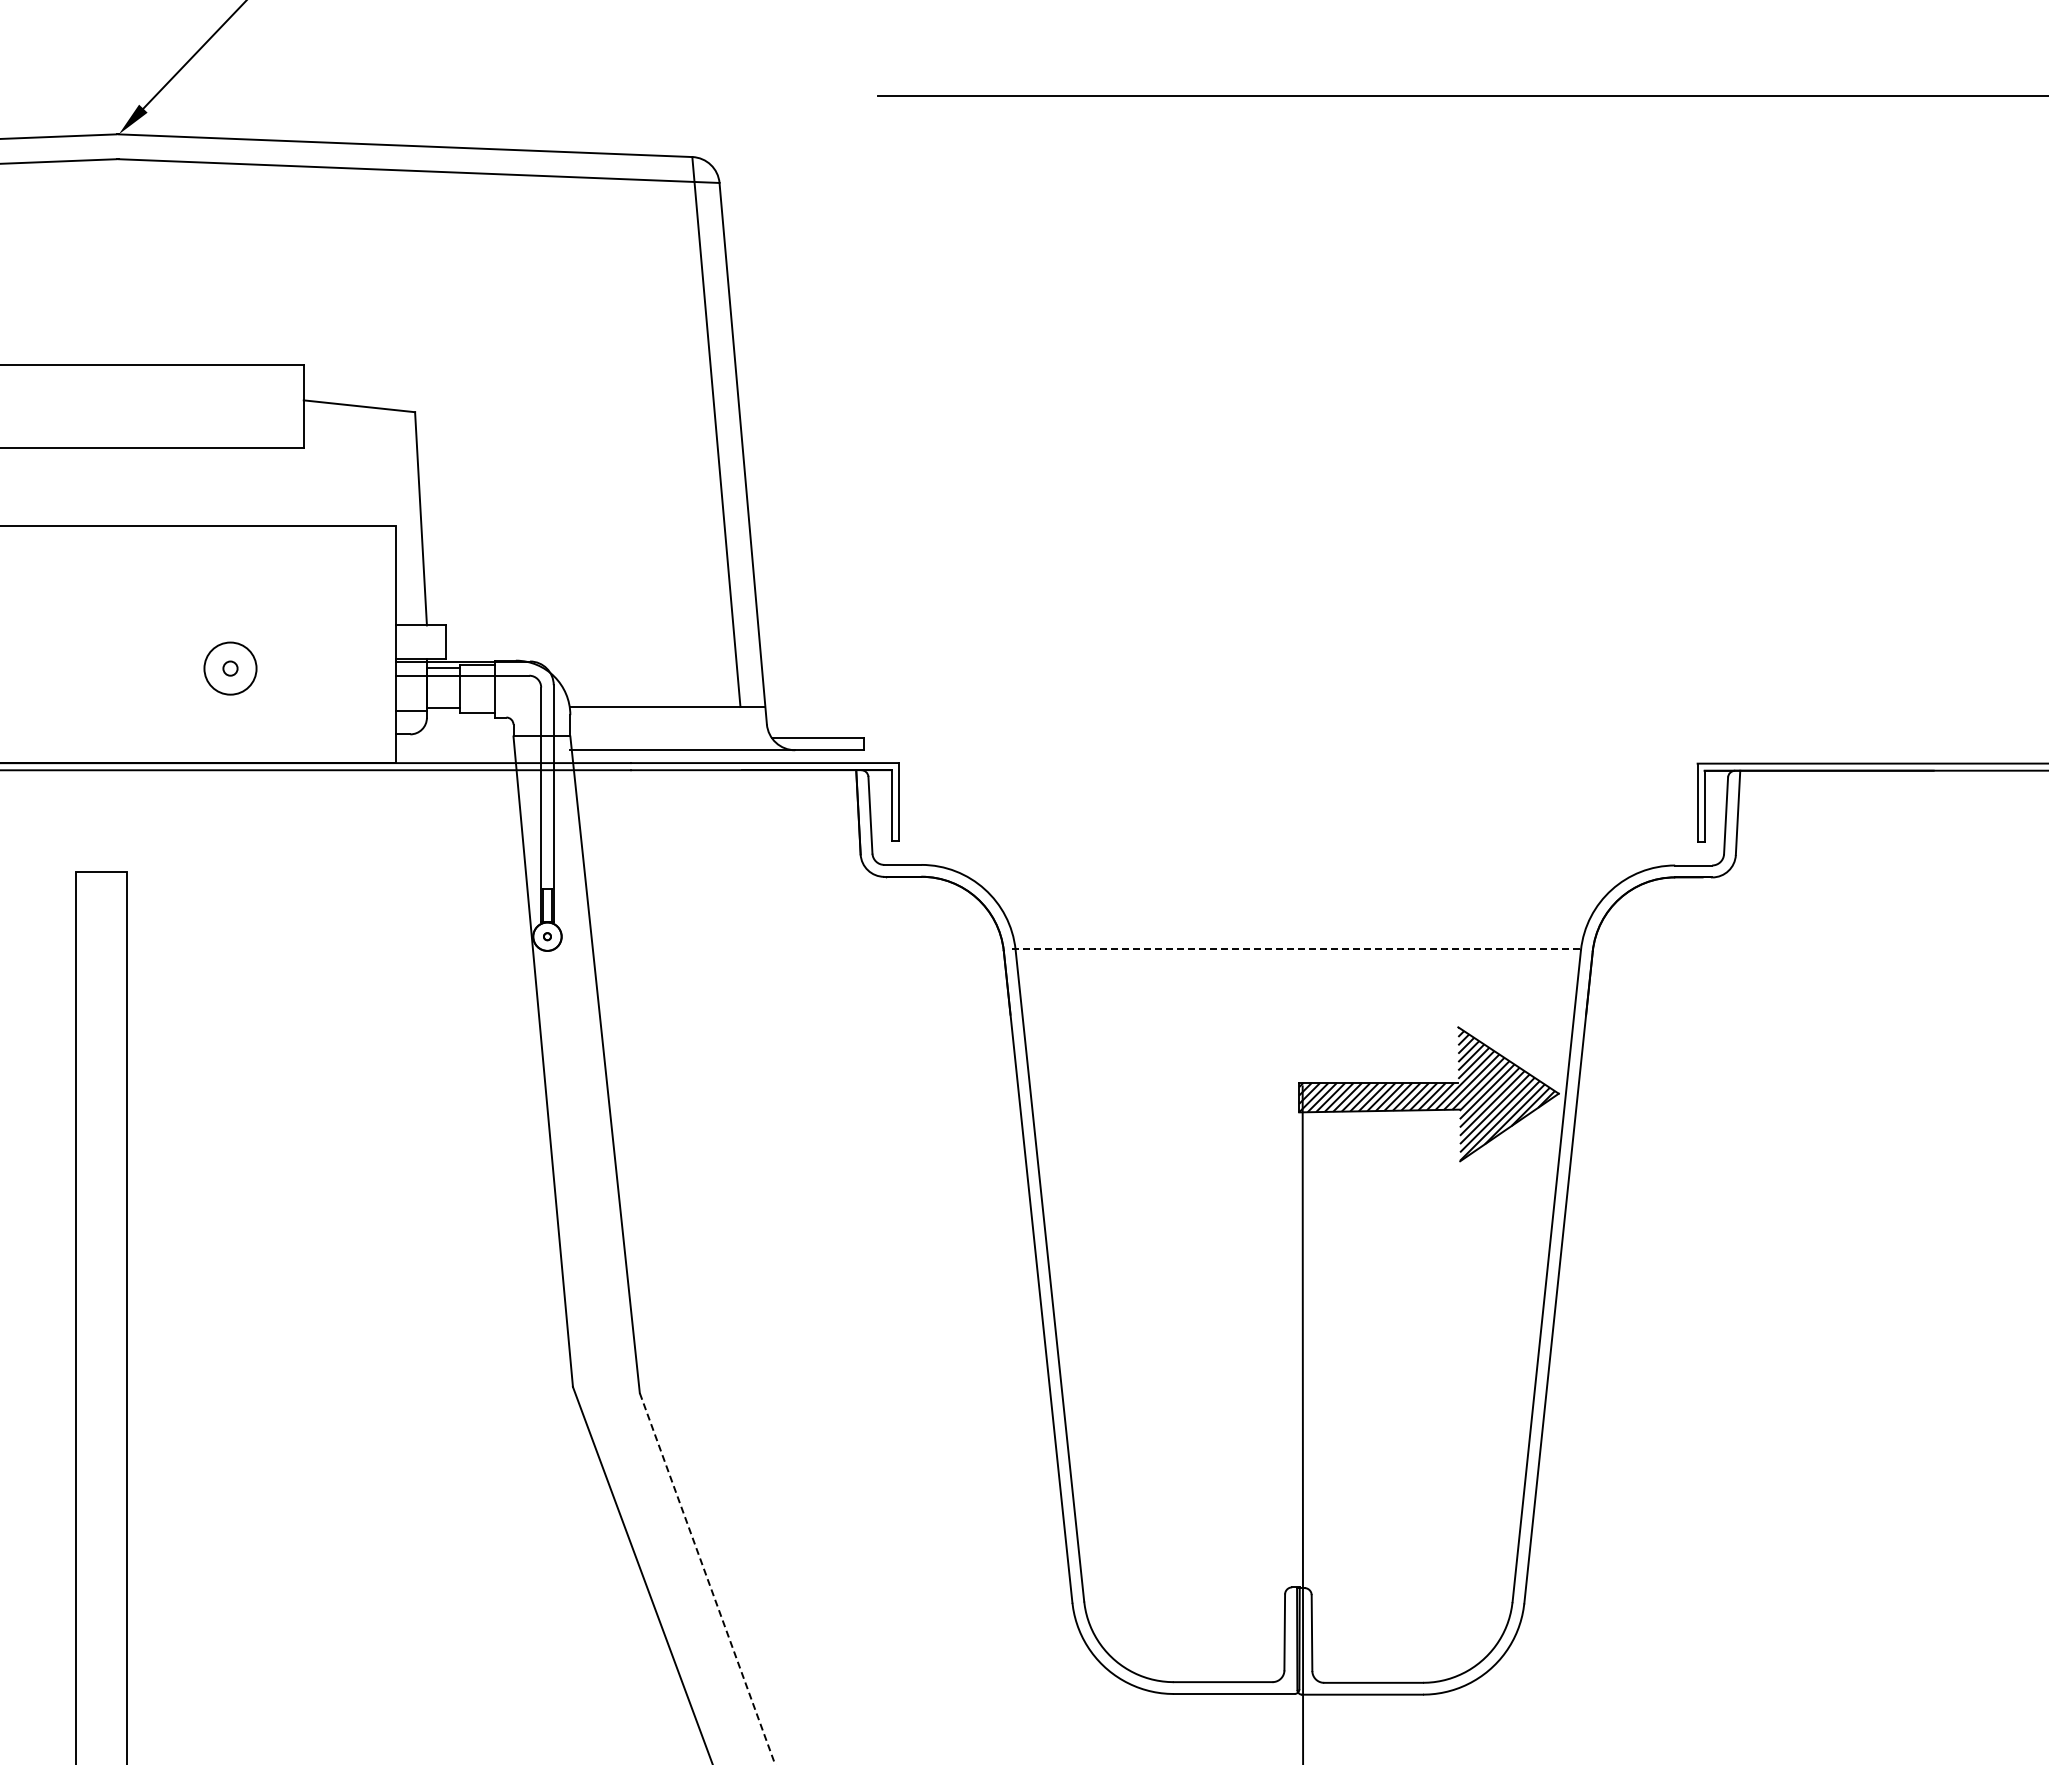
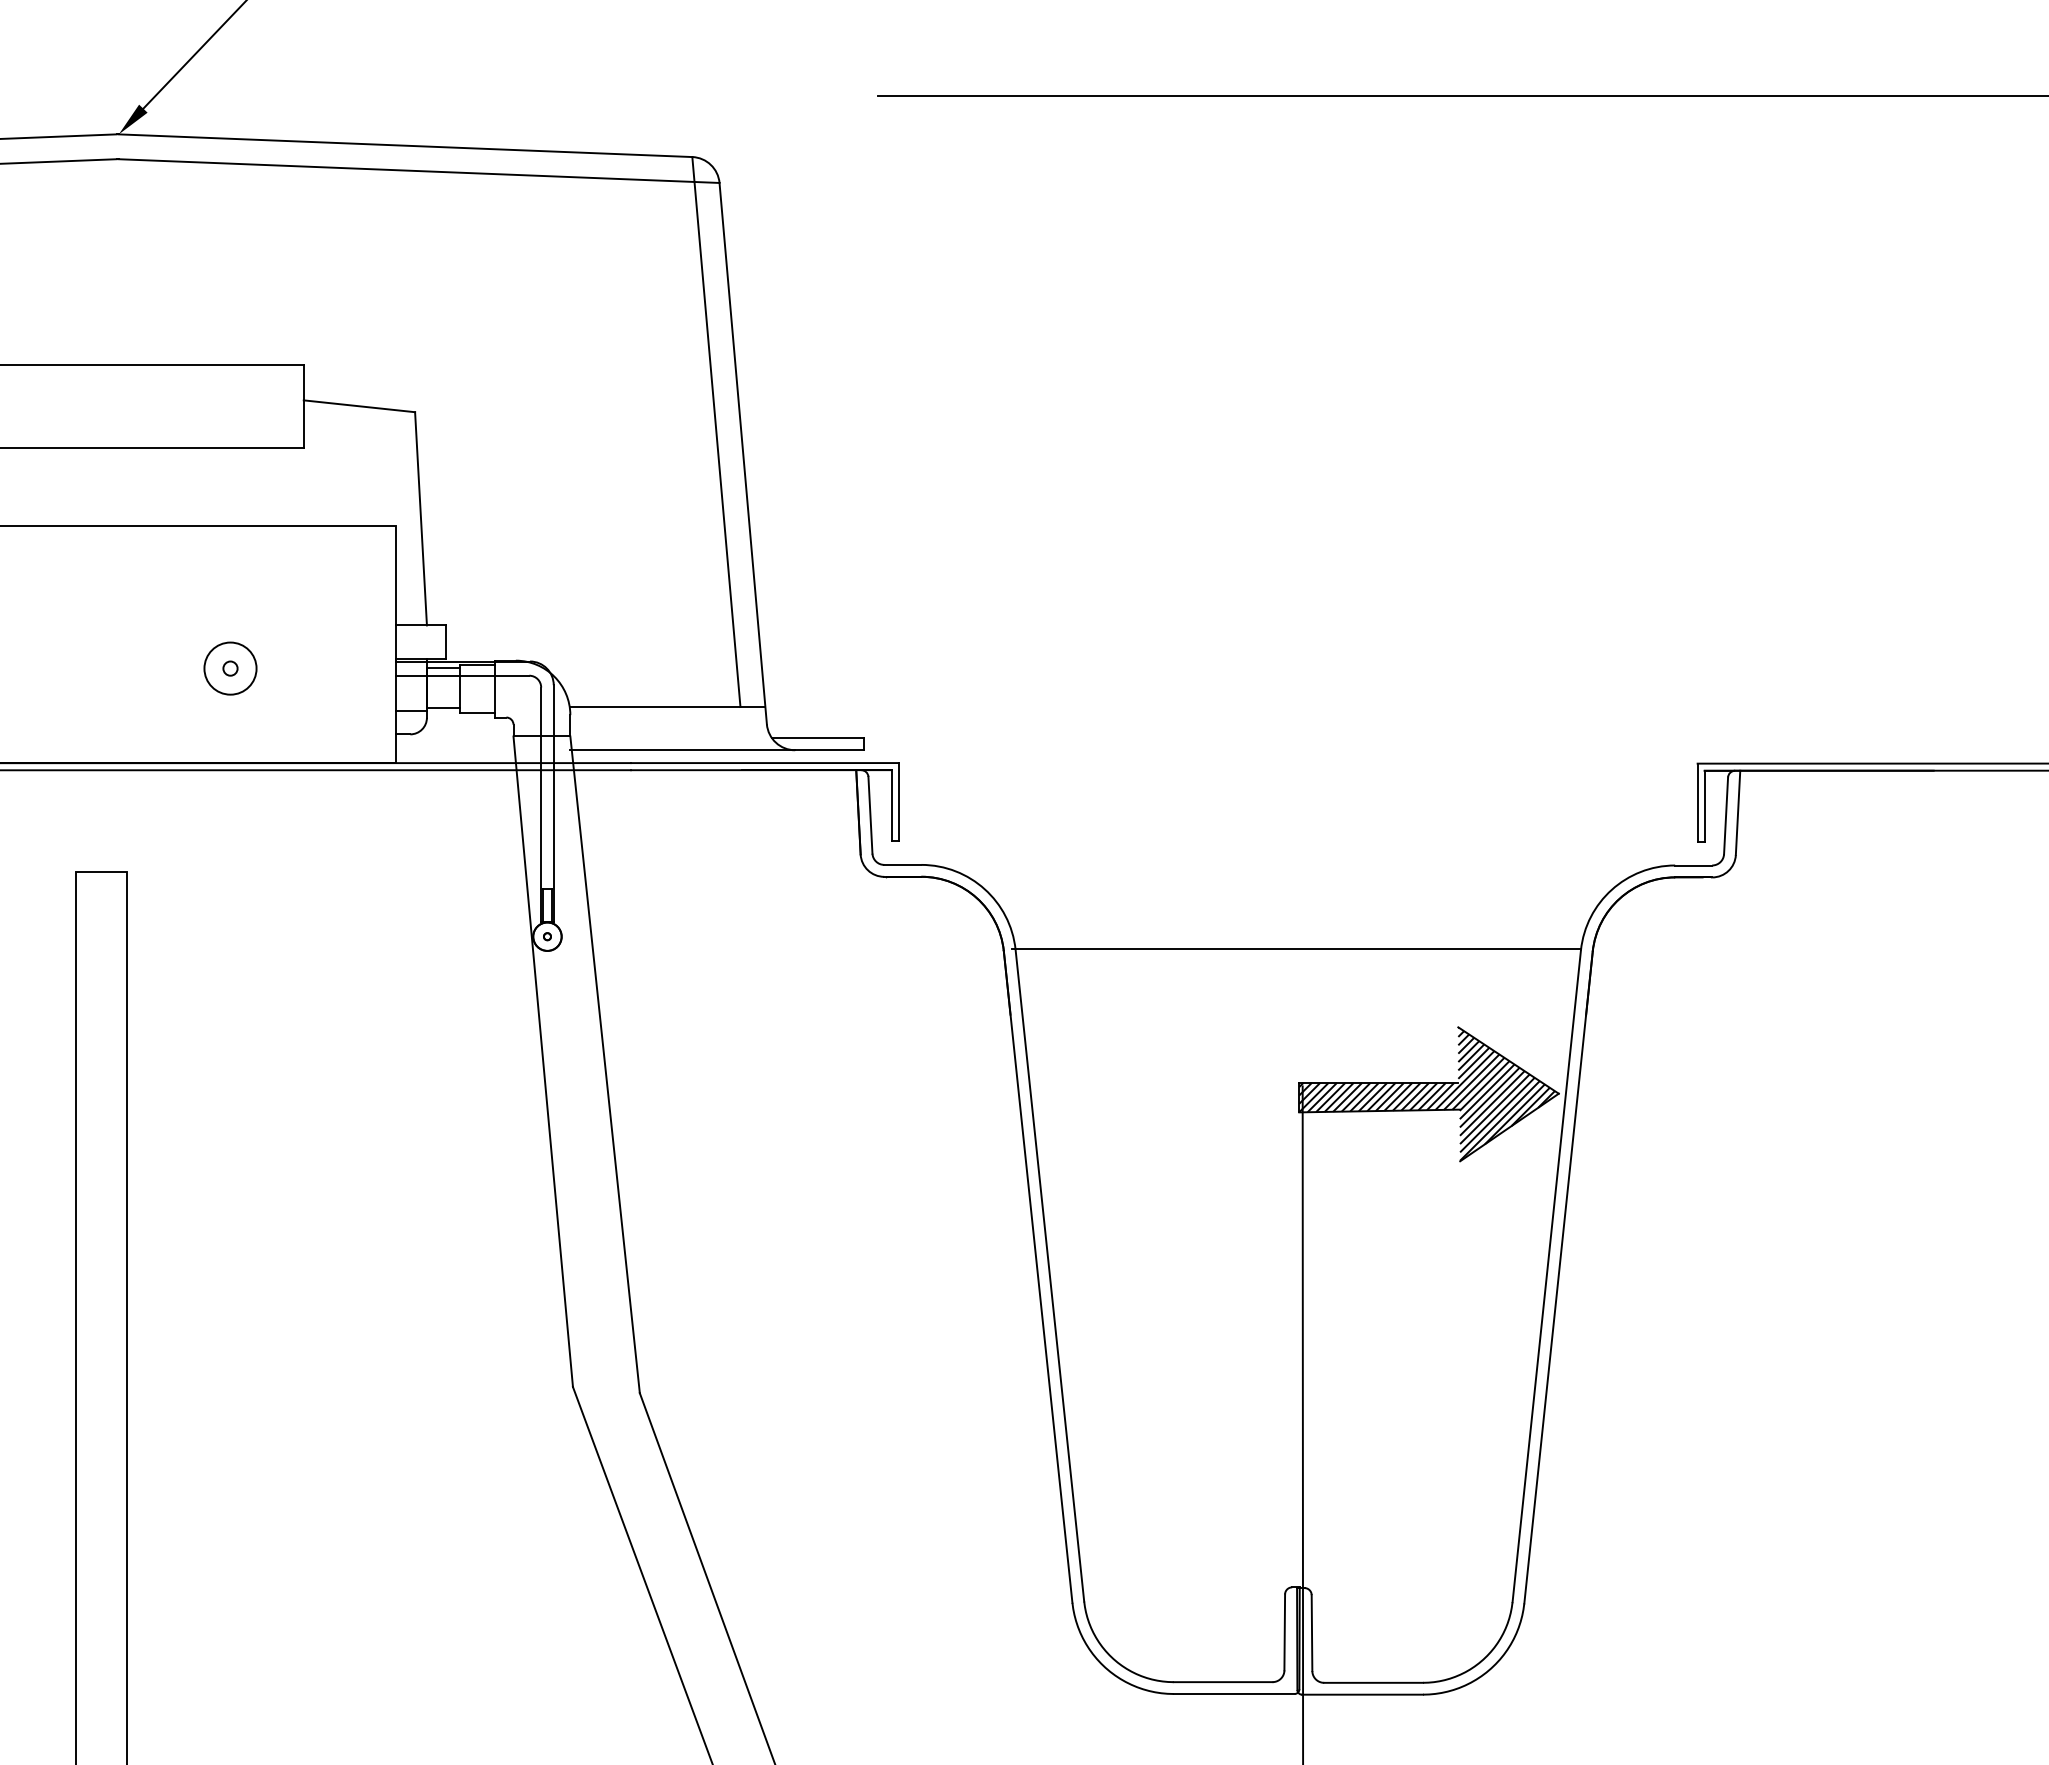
line at (1297, 949): dashed -> solid
line at (707, 1579): dashed -> solid
